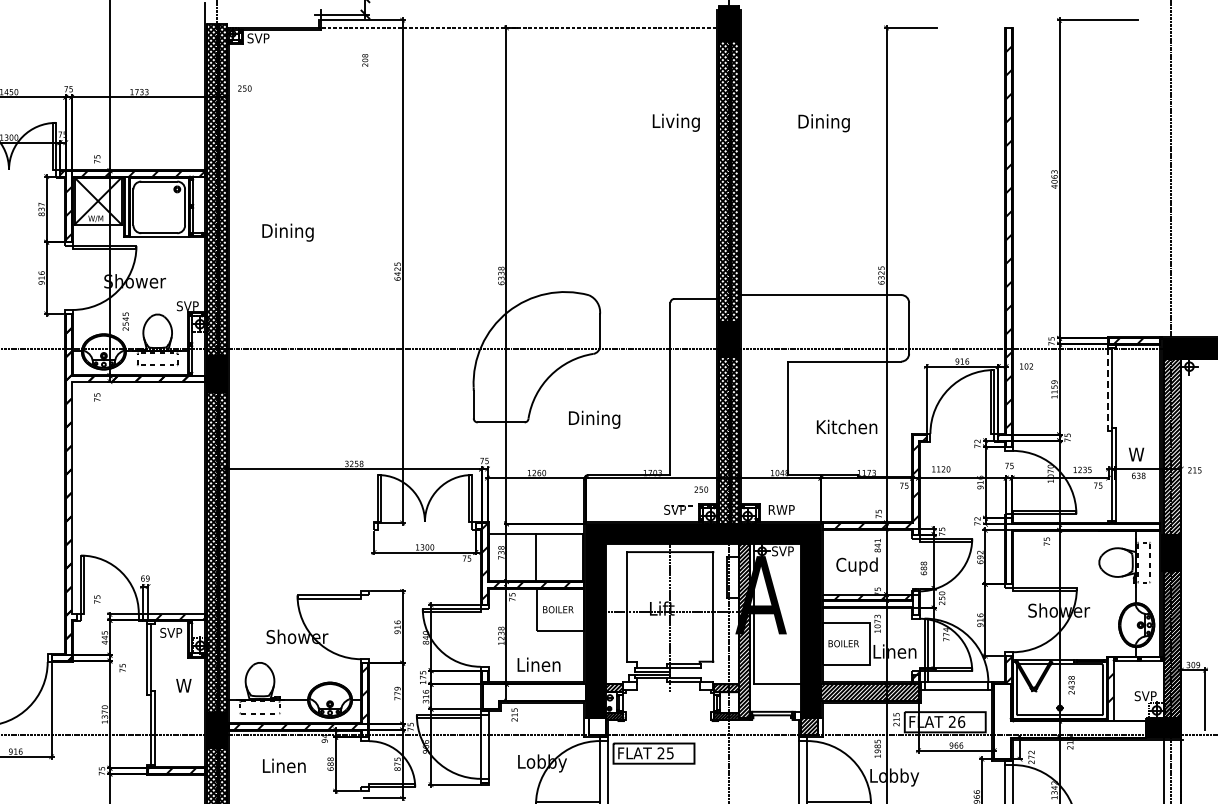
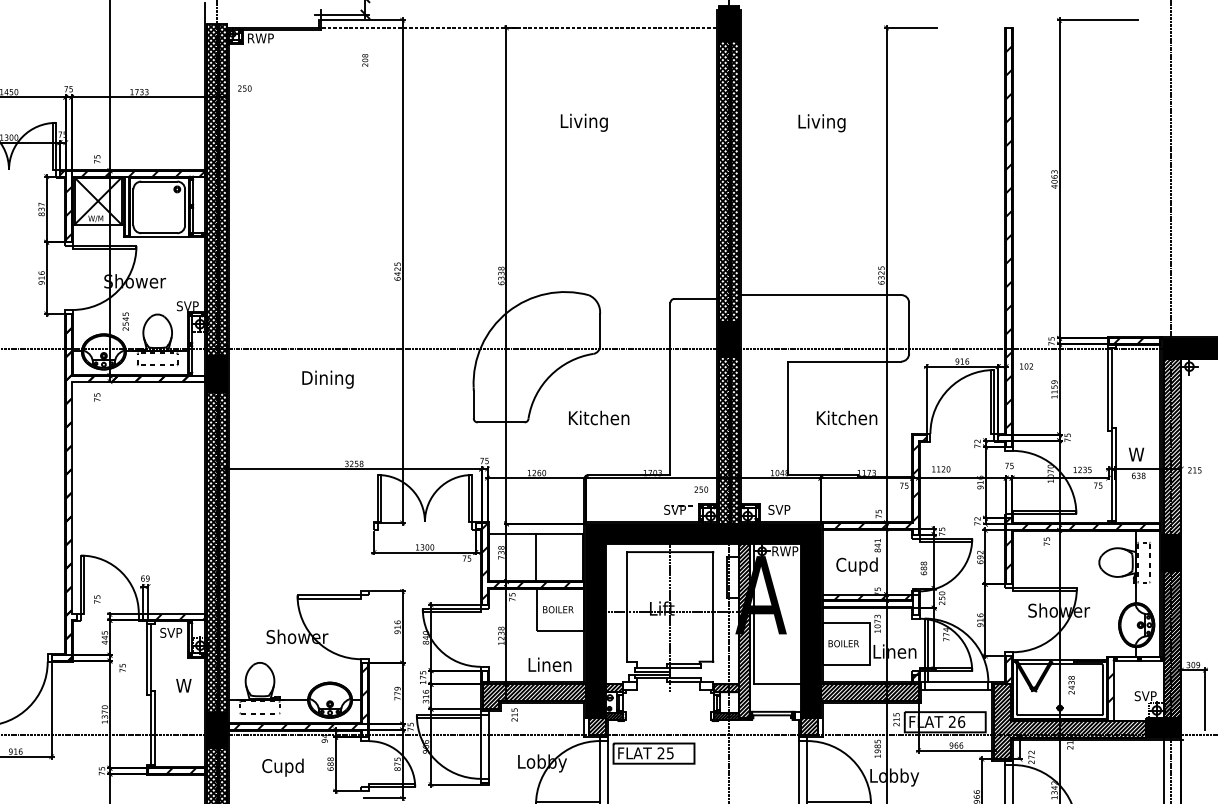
text at (260, 38): SVP -> RWP
text at (675, 122) position: (675, 122) -> (583, 122)
text at (824, 123): Dining -> Living
text at (287, 232) position: (287, 232) -> (327, 379)
line at (1107, 389): dashed -> solid
text at (599, 419): Dining -> Kitchen
text at (847, 426) position: (847, 426) -> (847, 417)
text at (781, 509): RWP -> SVP
hatch at (1075, 543): none -> present
text at (785, 551): SVP -> RWP
text at (538, 664) position: (538, 664) -> (549, 664)
hatch at (534, 696): none -> present
hatch at (1070, 721): none -> present
hatch at (596, 726): none -> present
text at (283, 767): Linen -> Cupd
